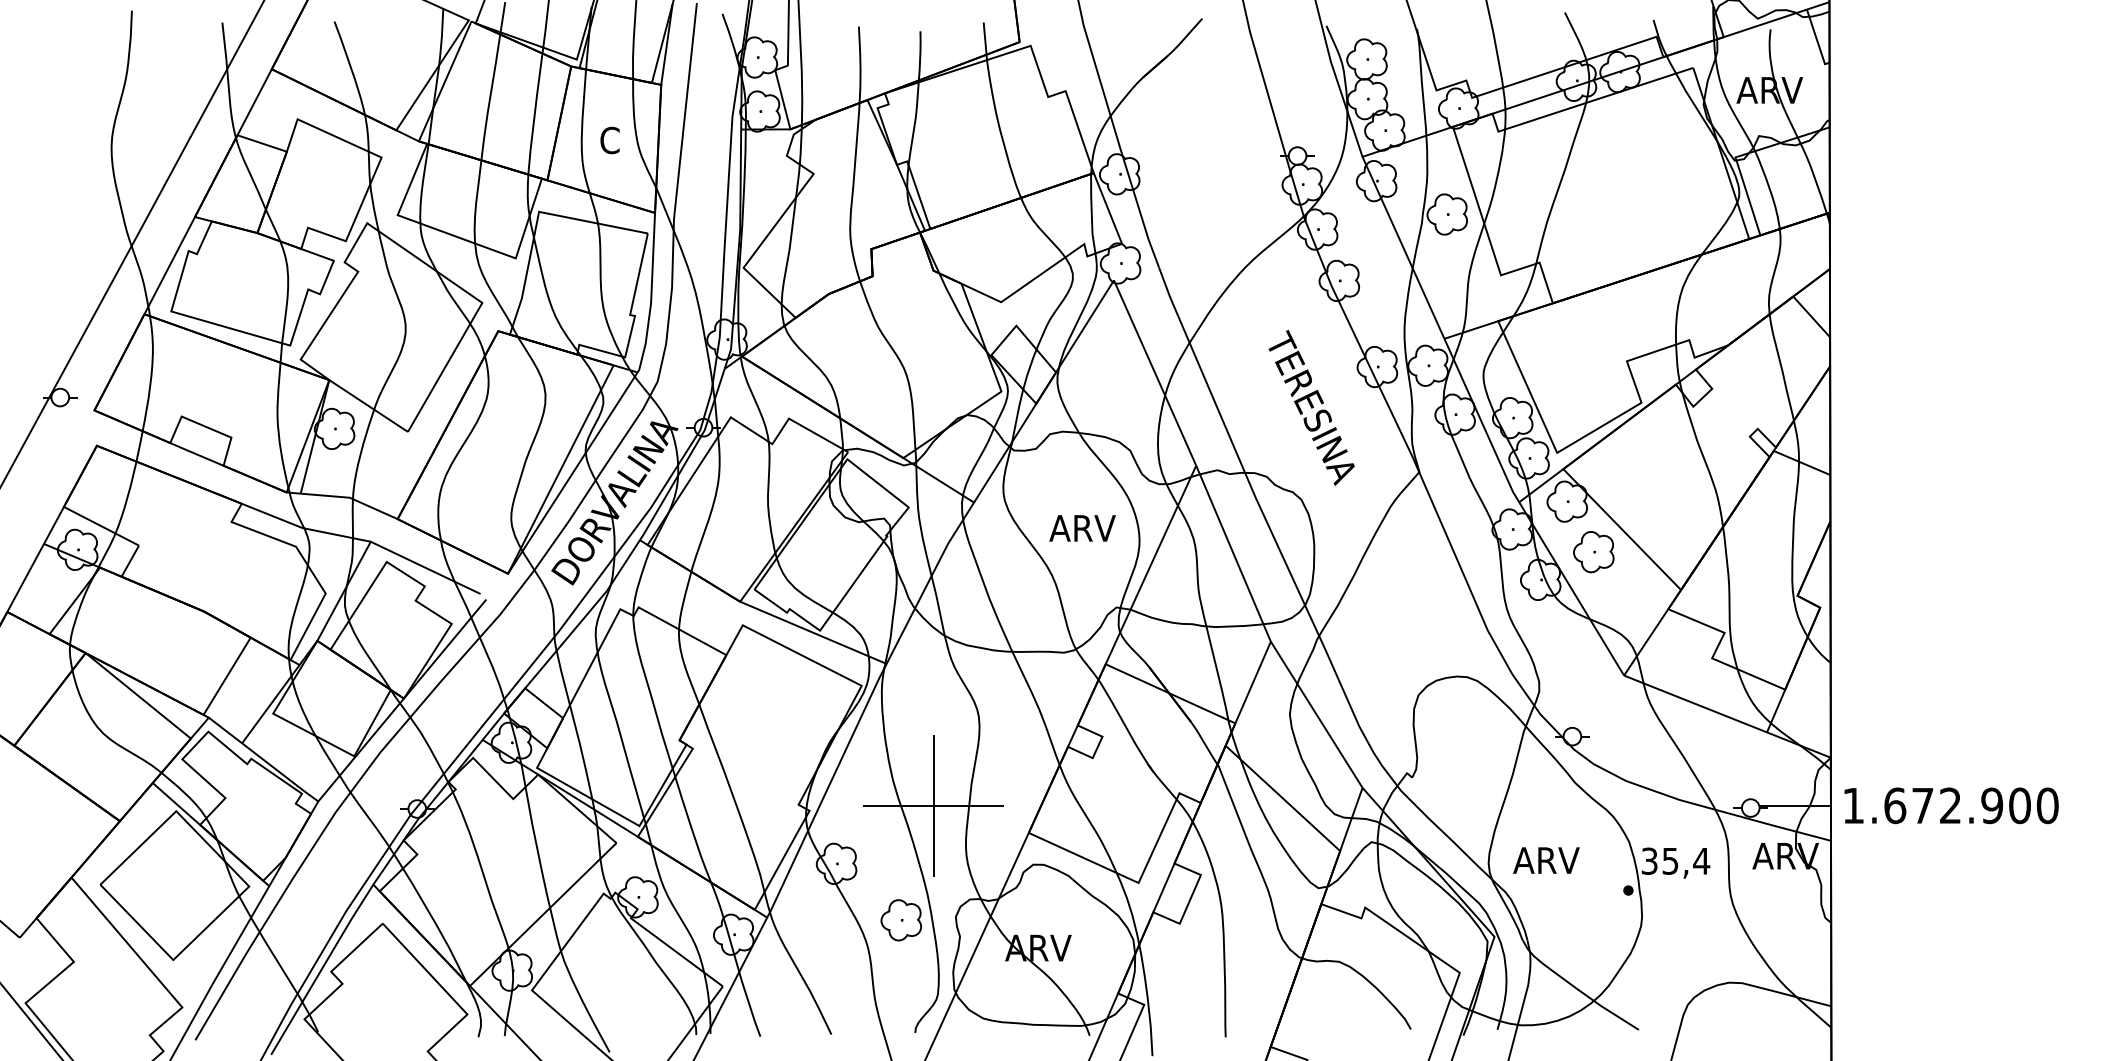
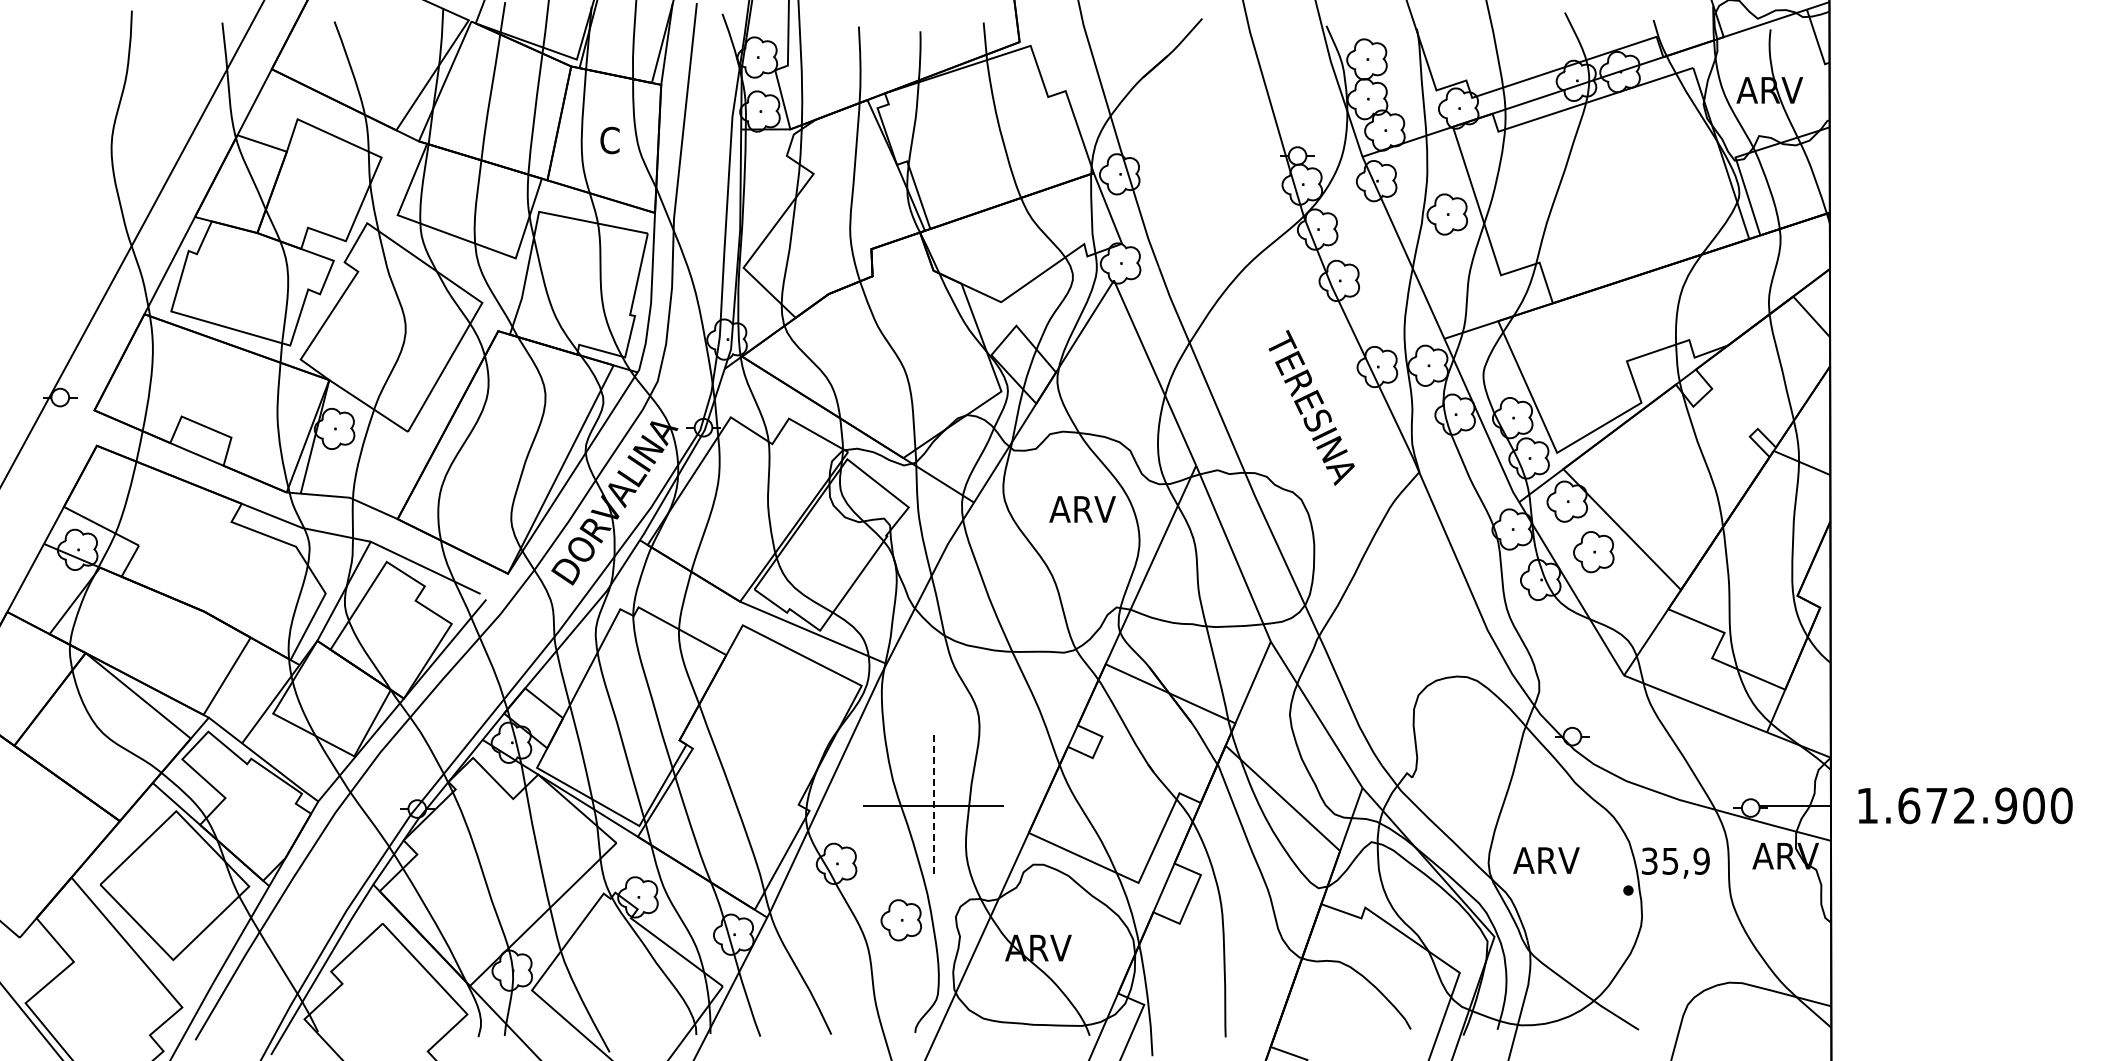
text at (1082, 528) position: (1082, 528) -> (1082, 509)
line at (933, 805): solid -> dashed
text at (1951, 805) position: (1951, 805) -> (1965, 805)
text at (1701, 860): 35,4 -> 35,9
